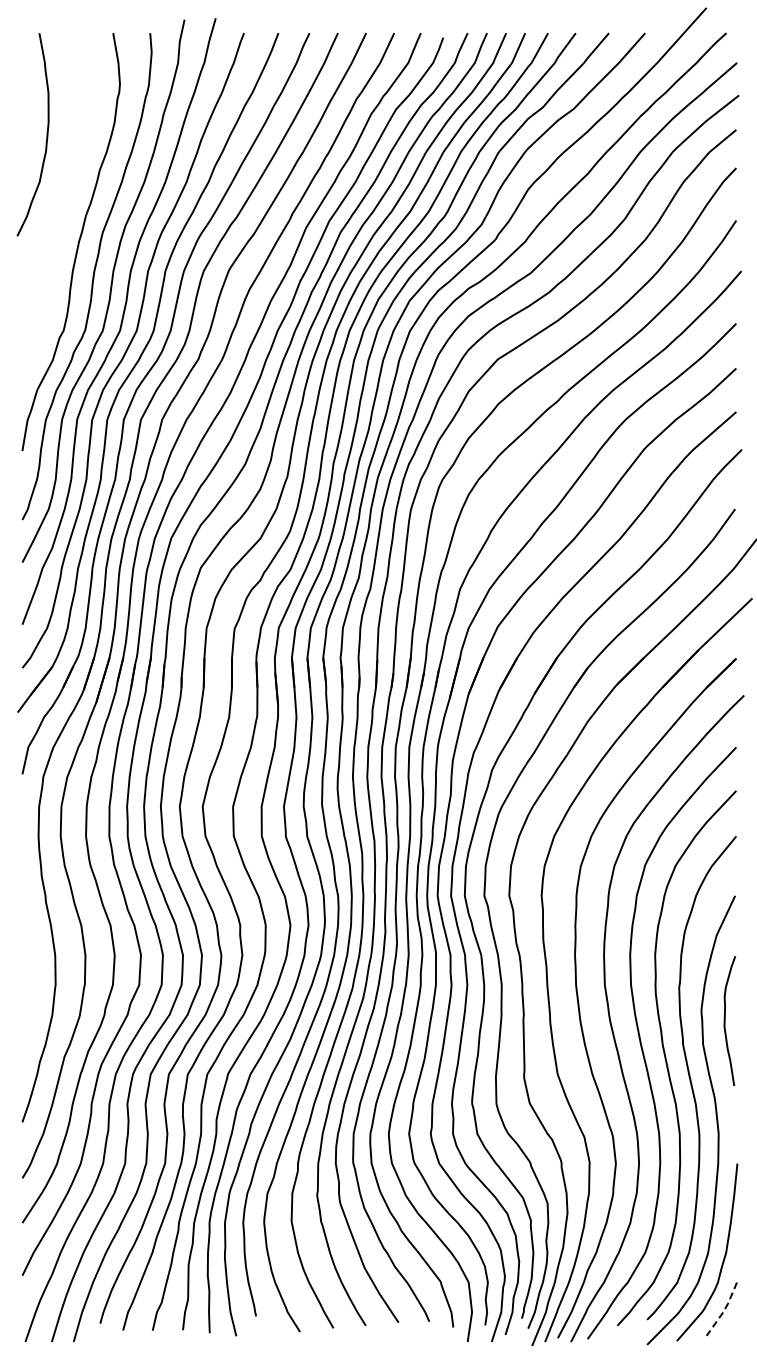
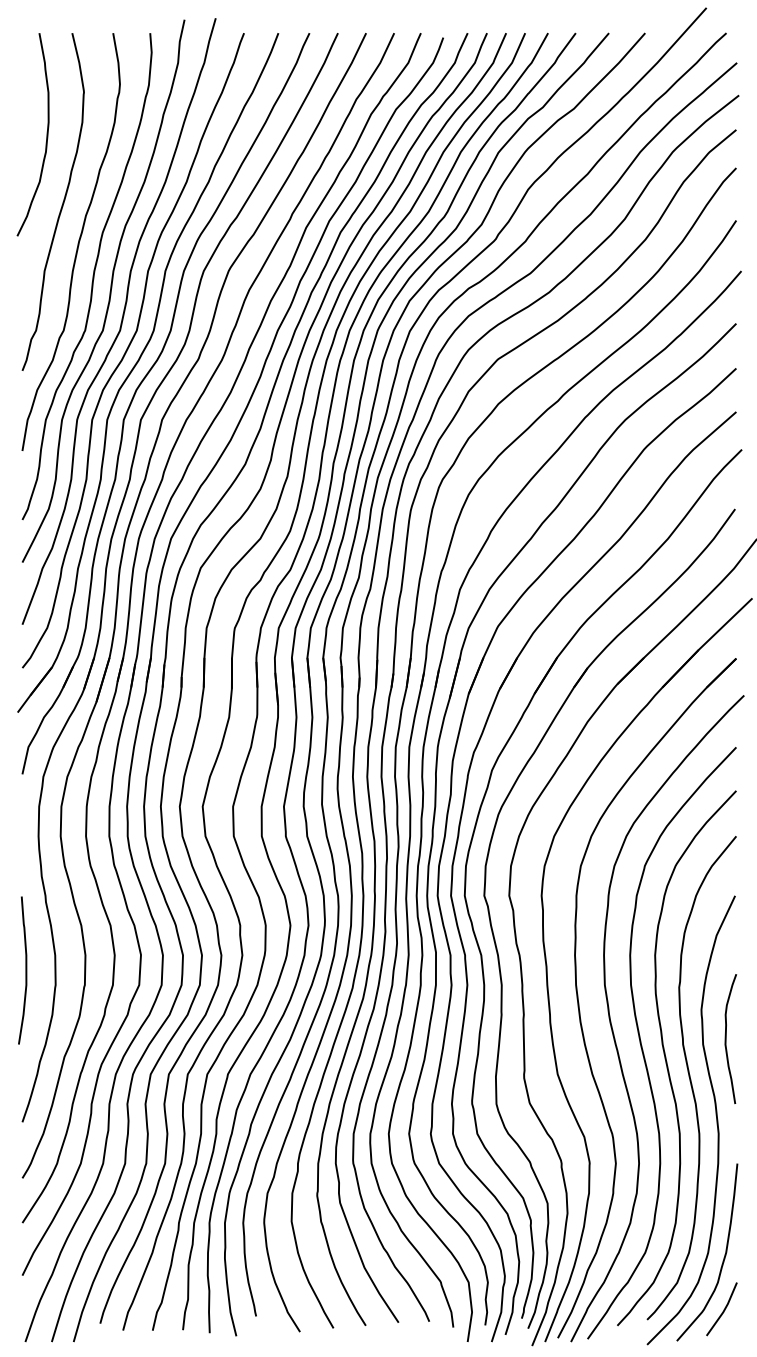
curve at (61, 205): none -> present
curve at (25, 970): none -> present
curve at (725, 1020) position: (725, 1020) -> (726, 1038)
line at (724, 1310): dashed -> solid
